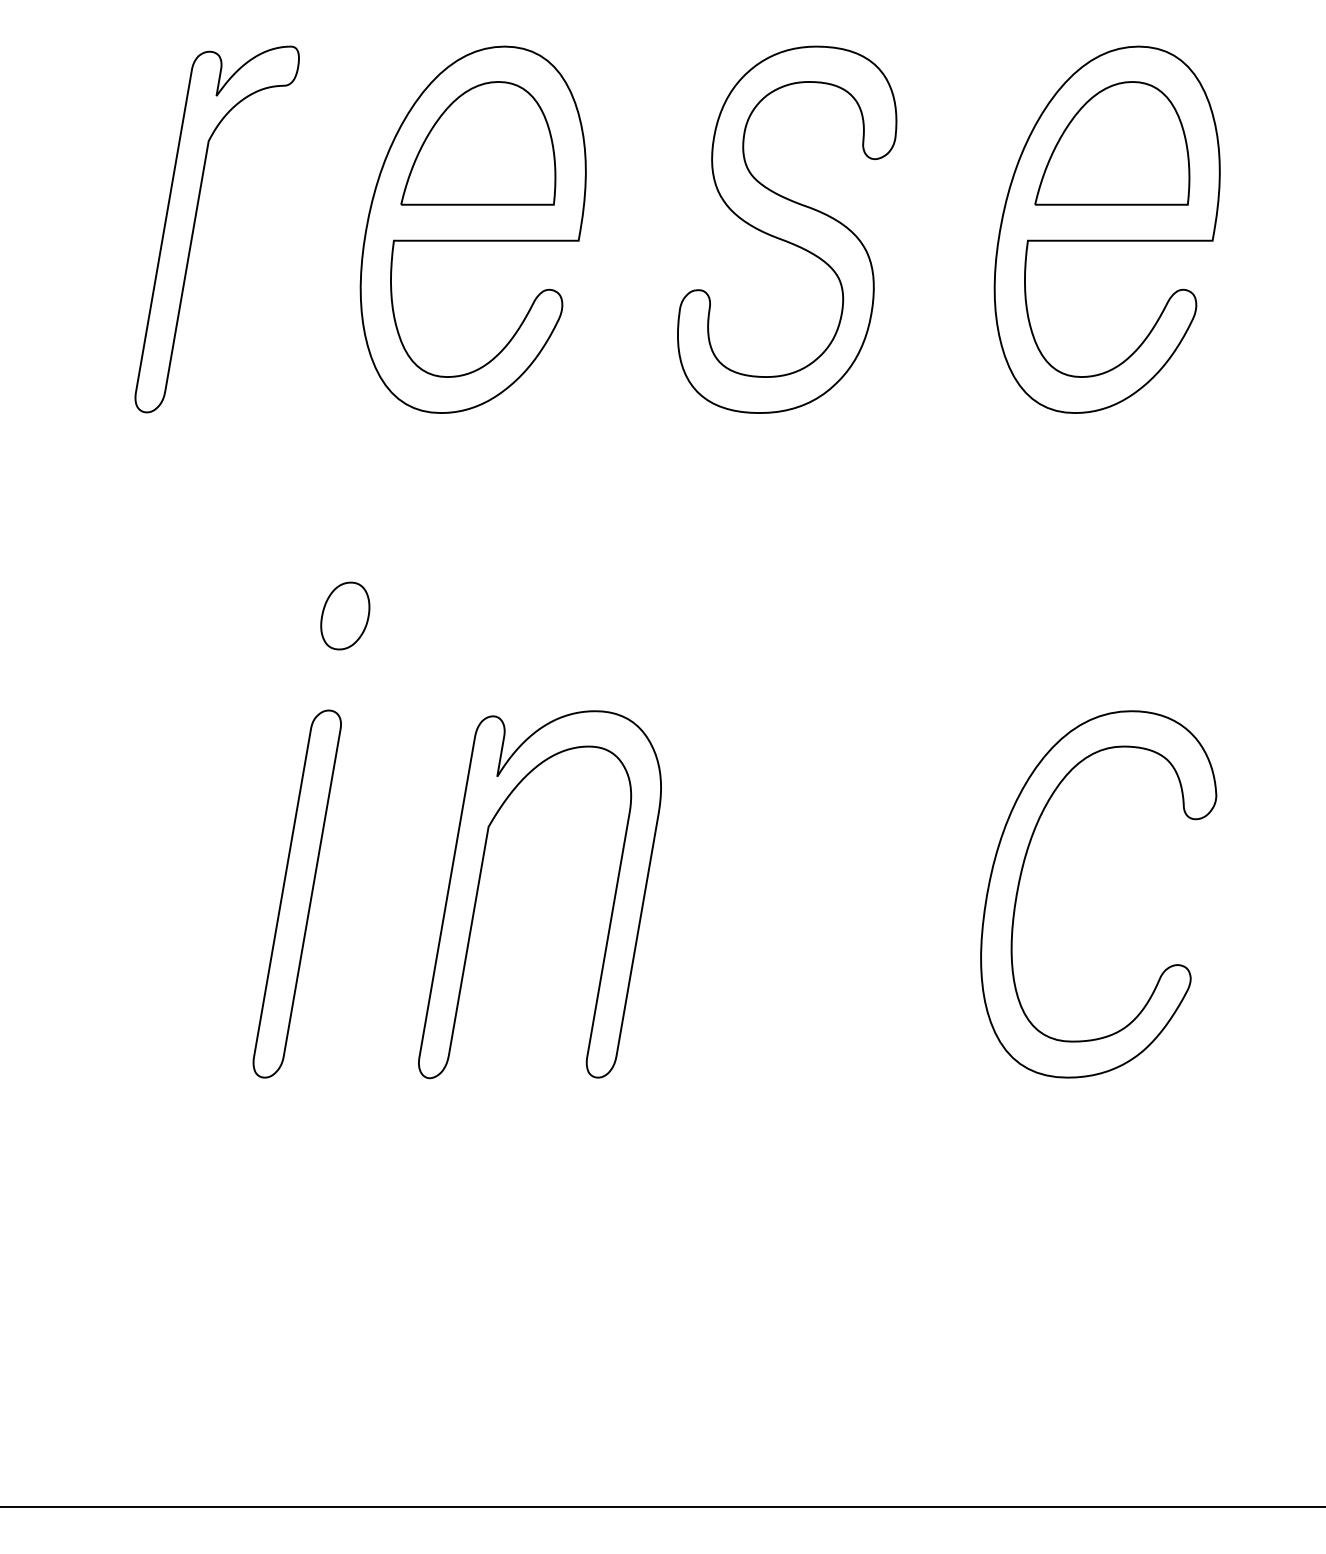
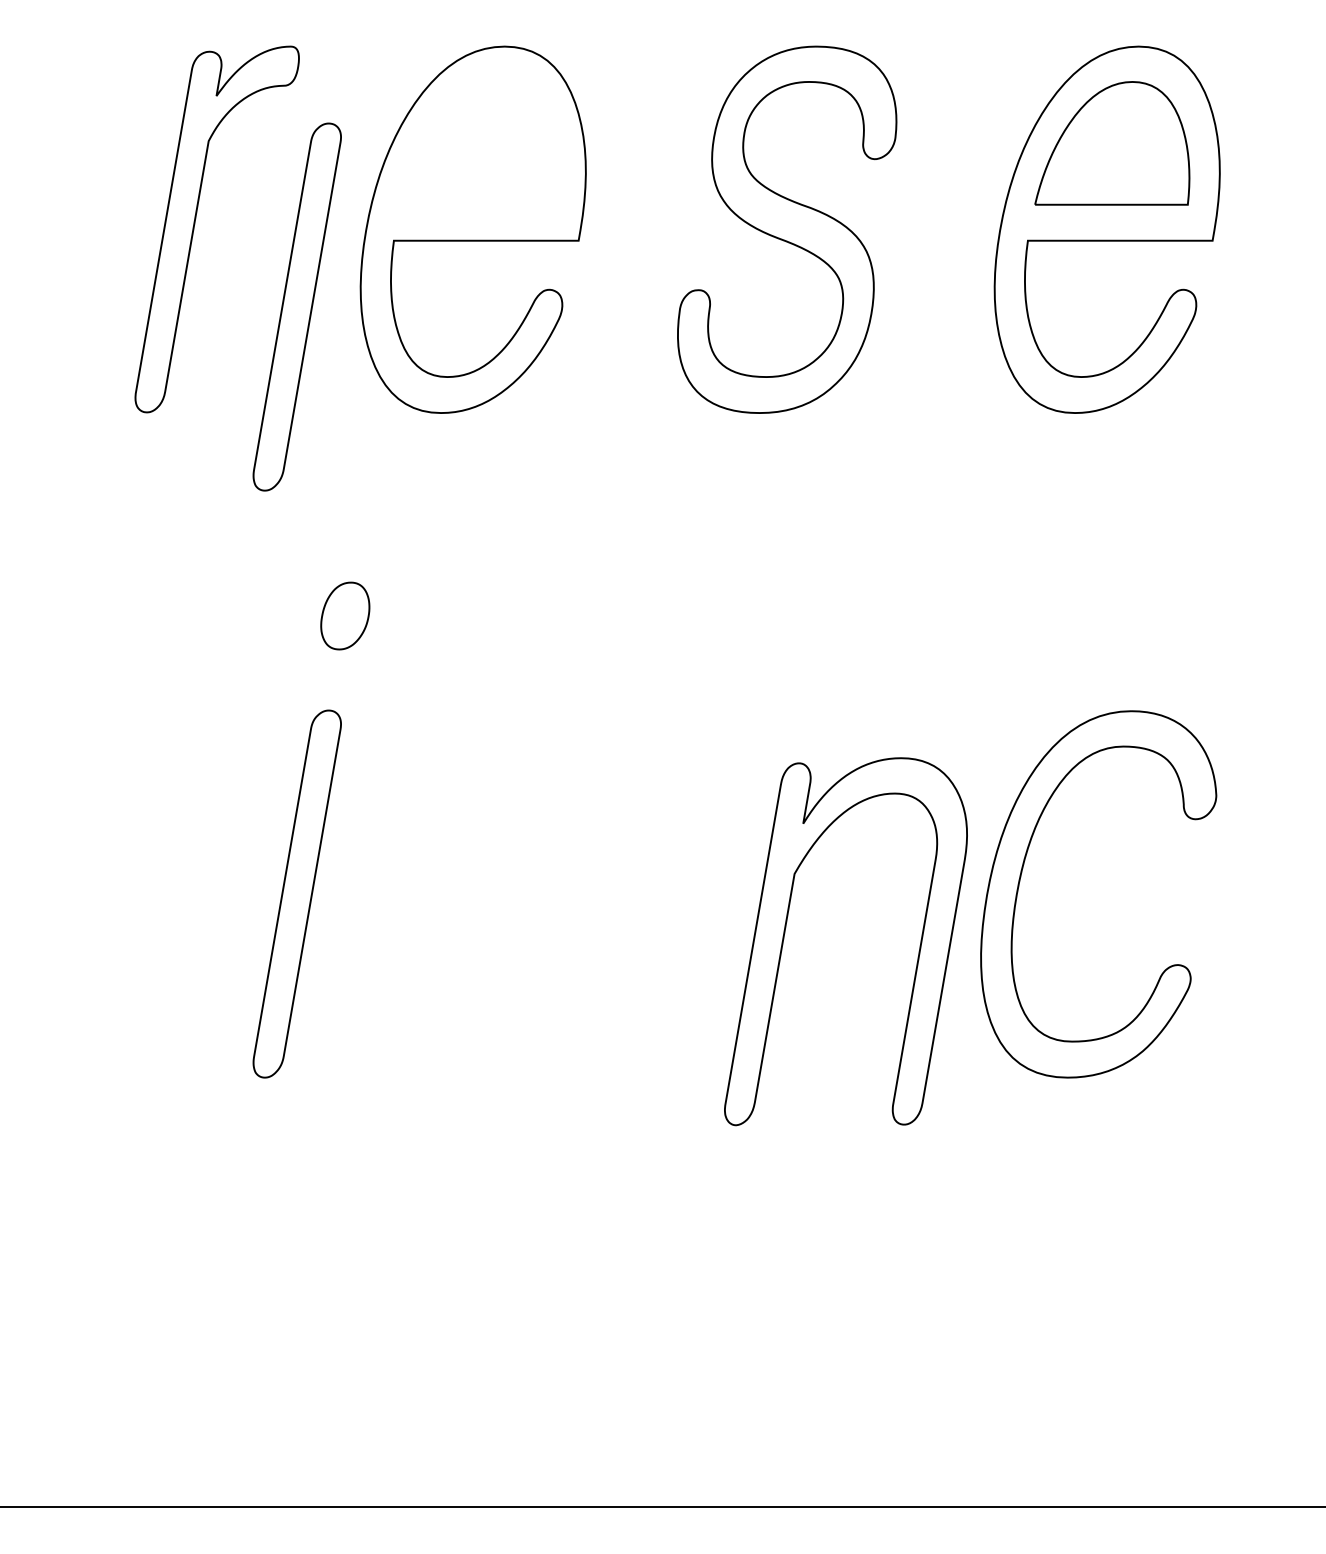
part at (478, 143): present -> none
part at (296, 306): none -> present
part at (479, 886) position: (479, 886) -> (785, 933)
